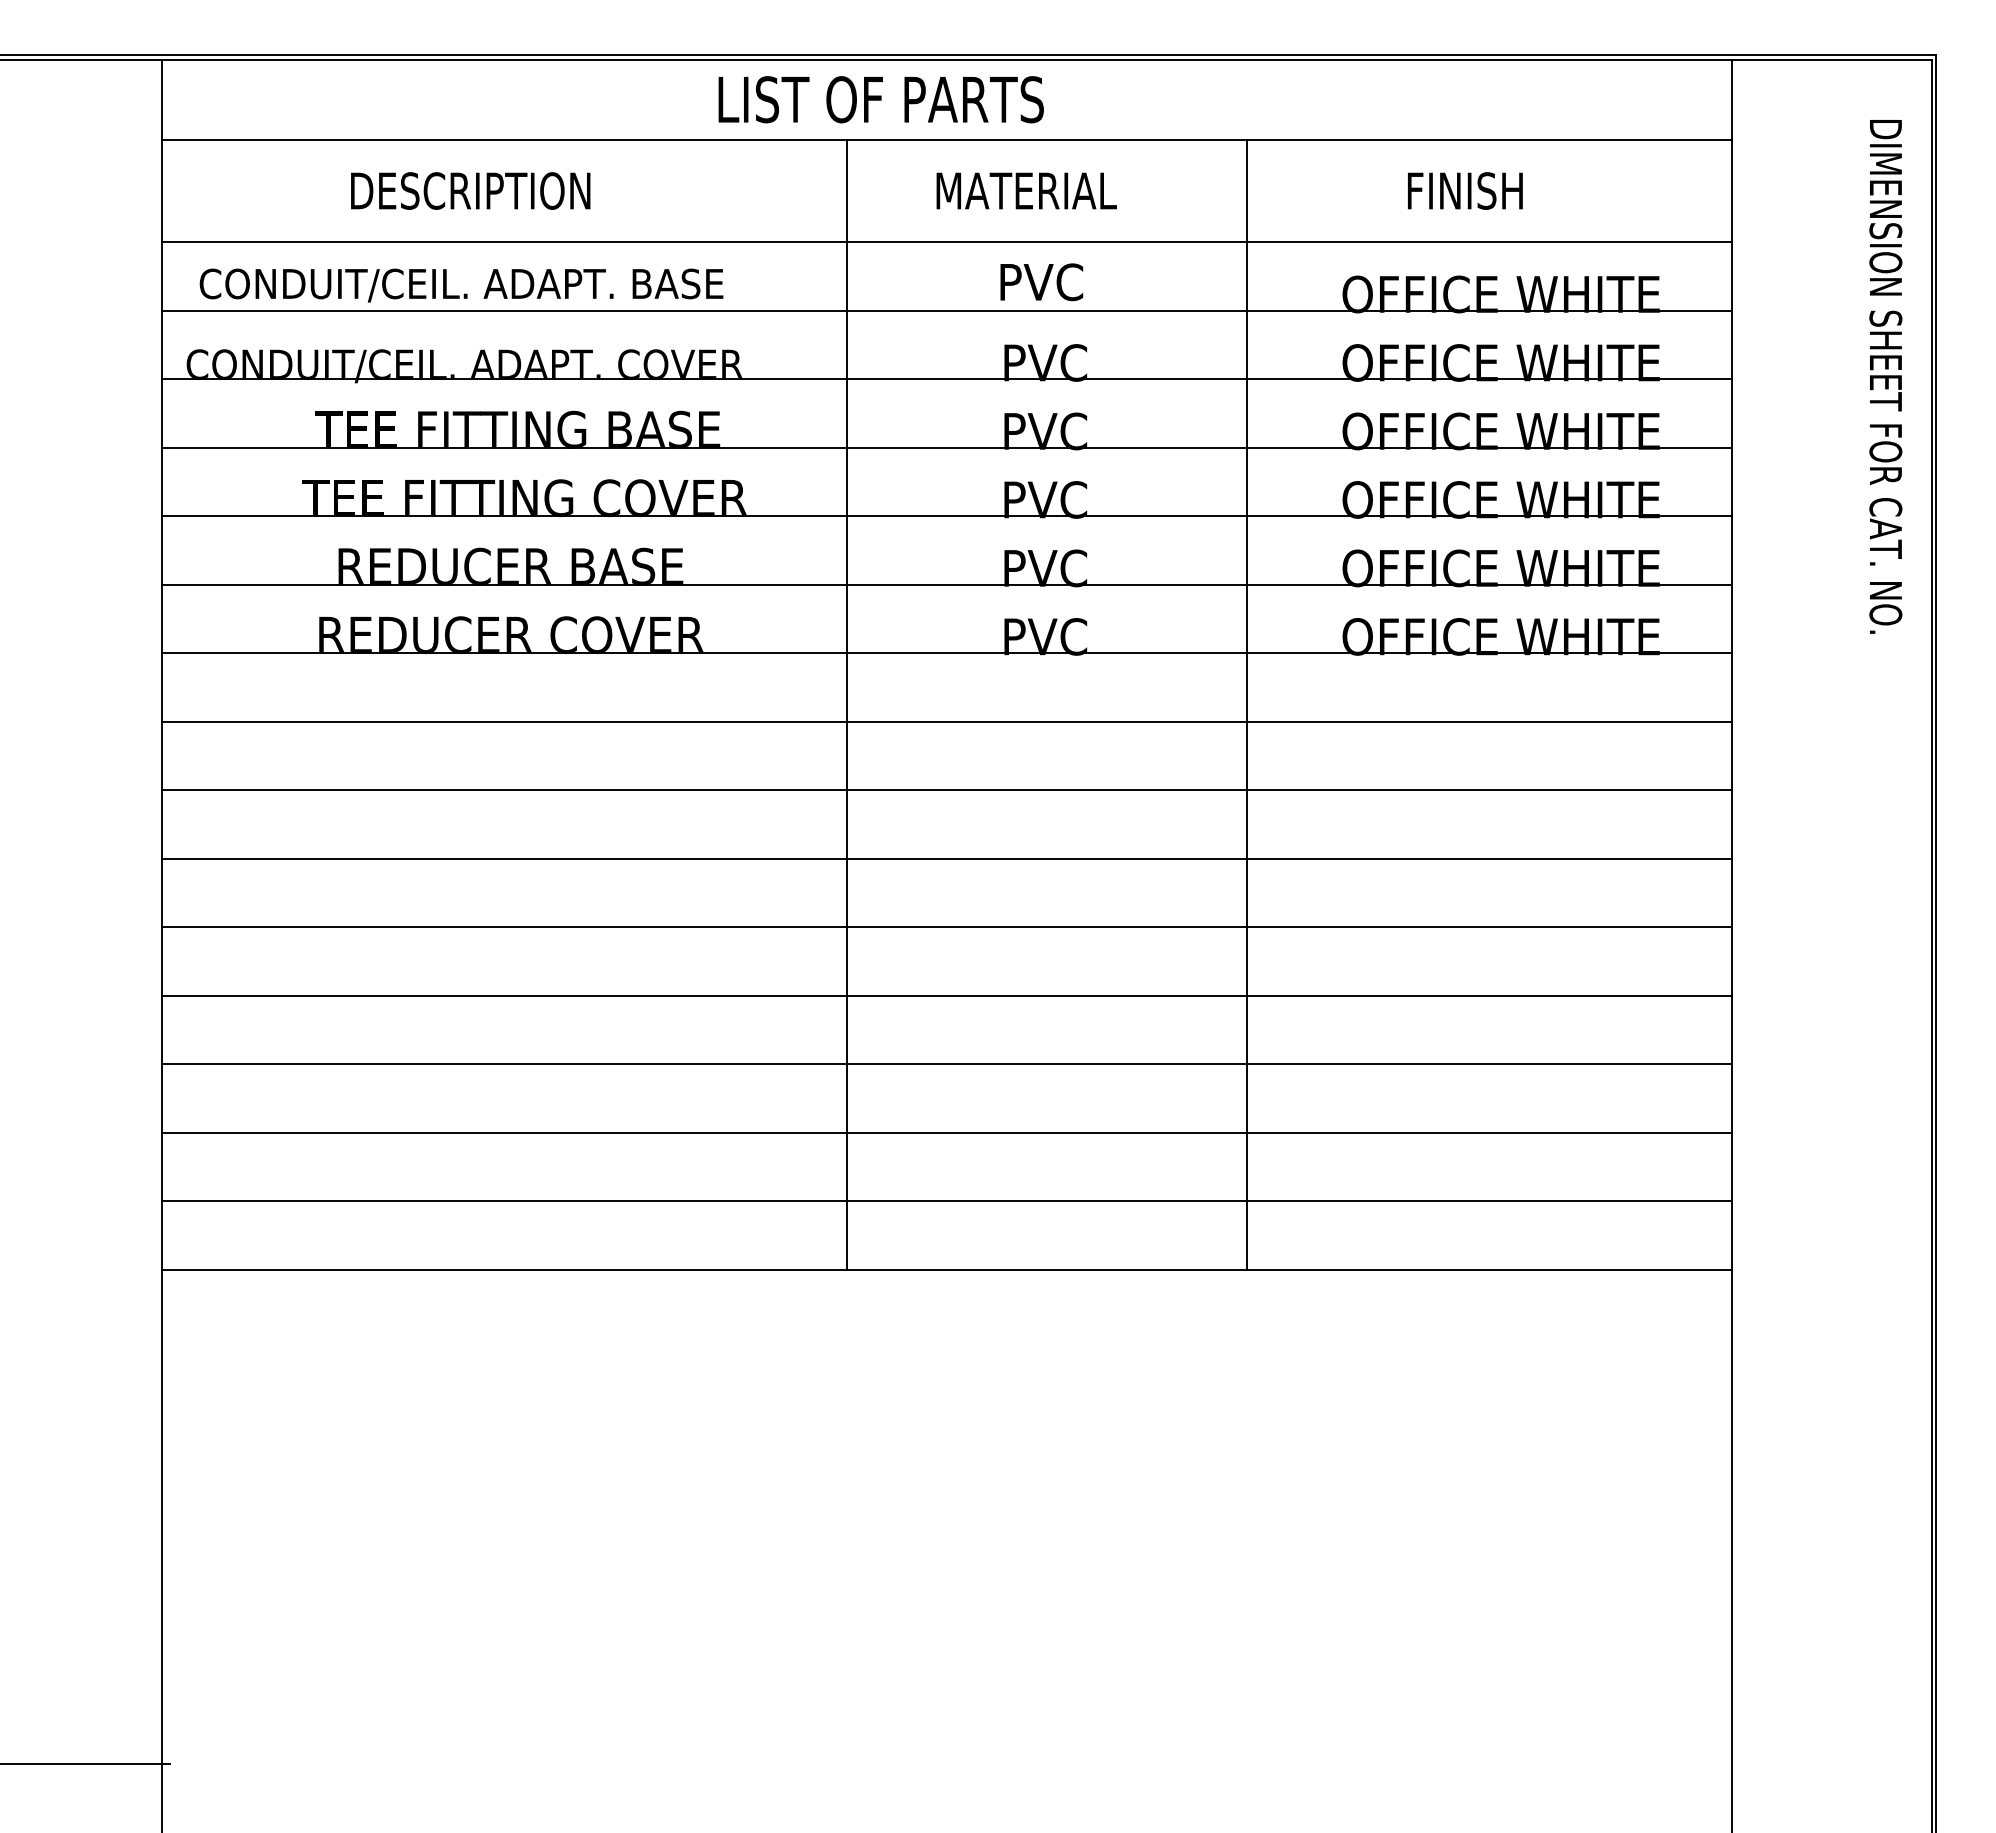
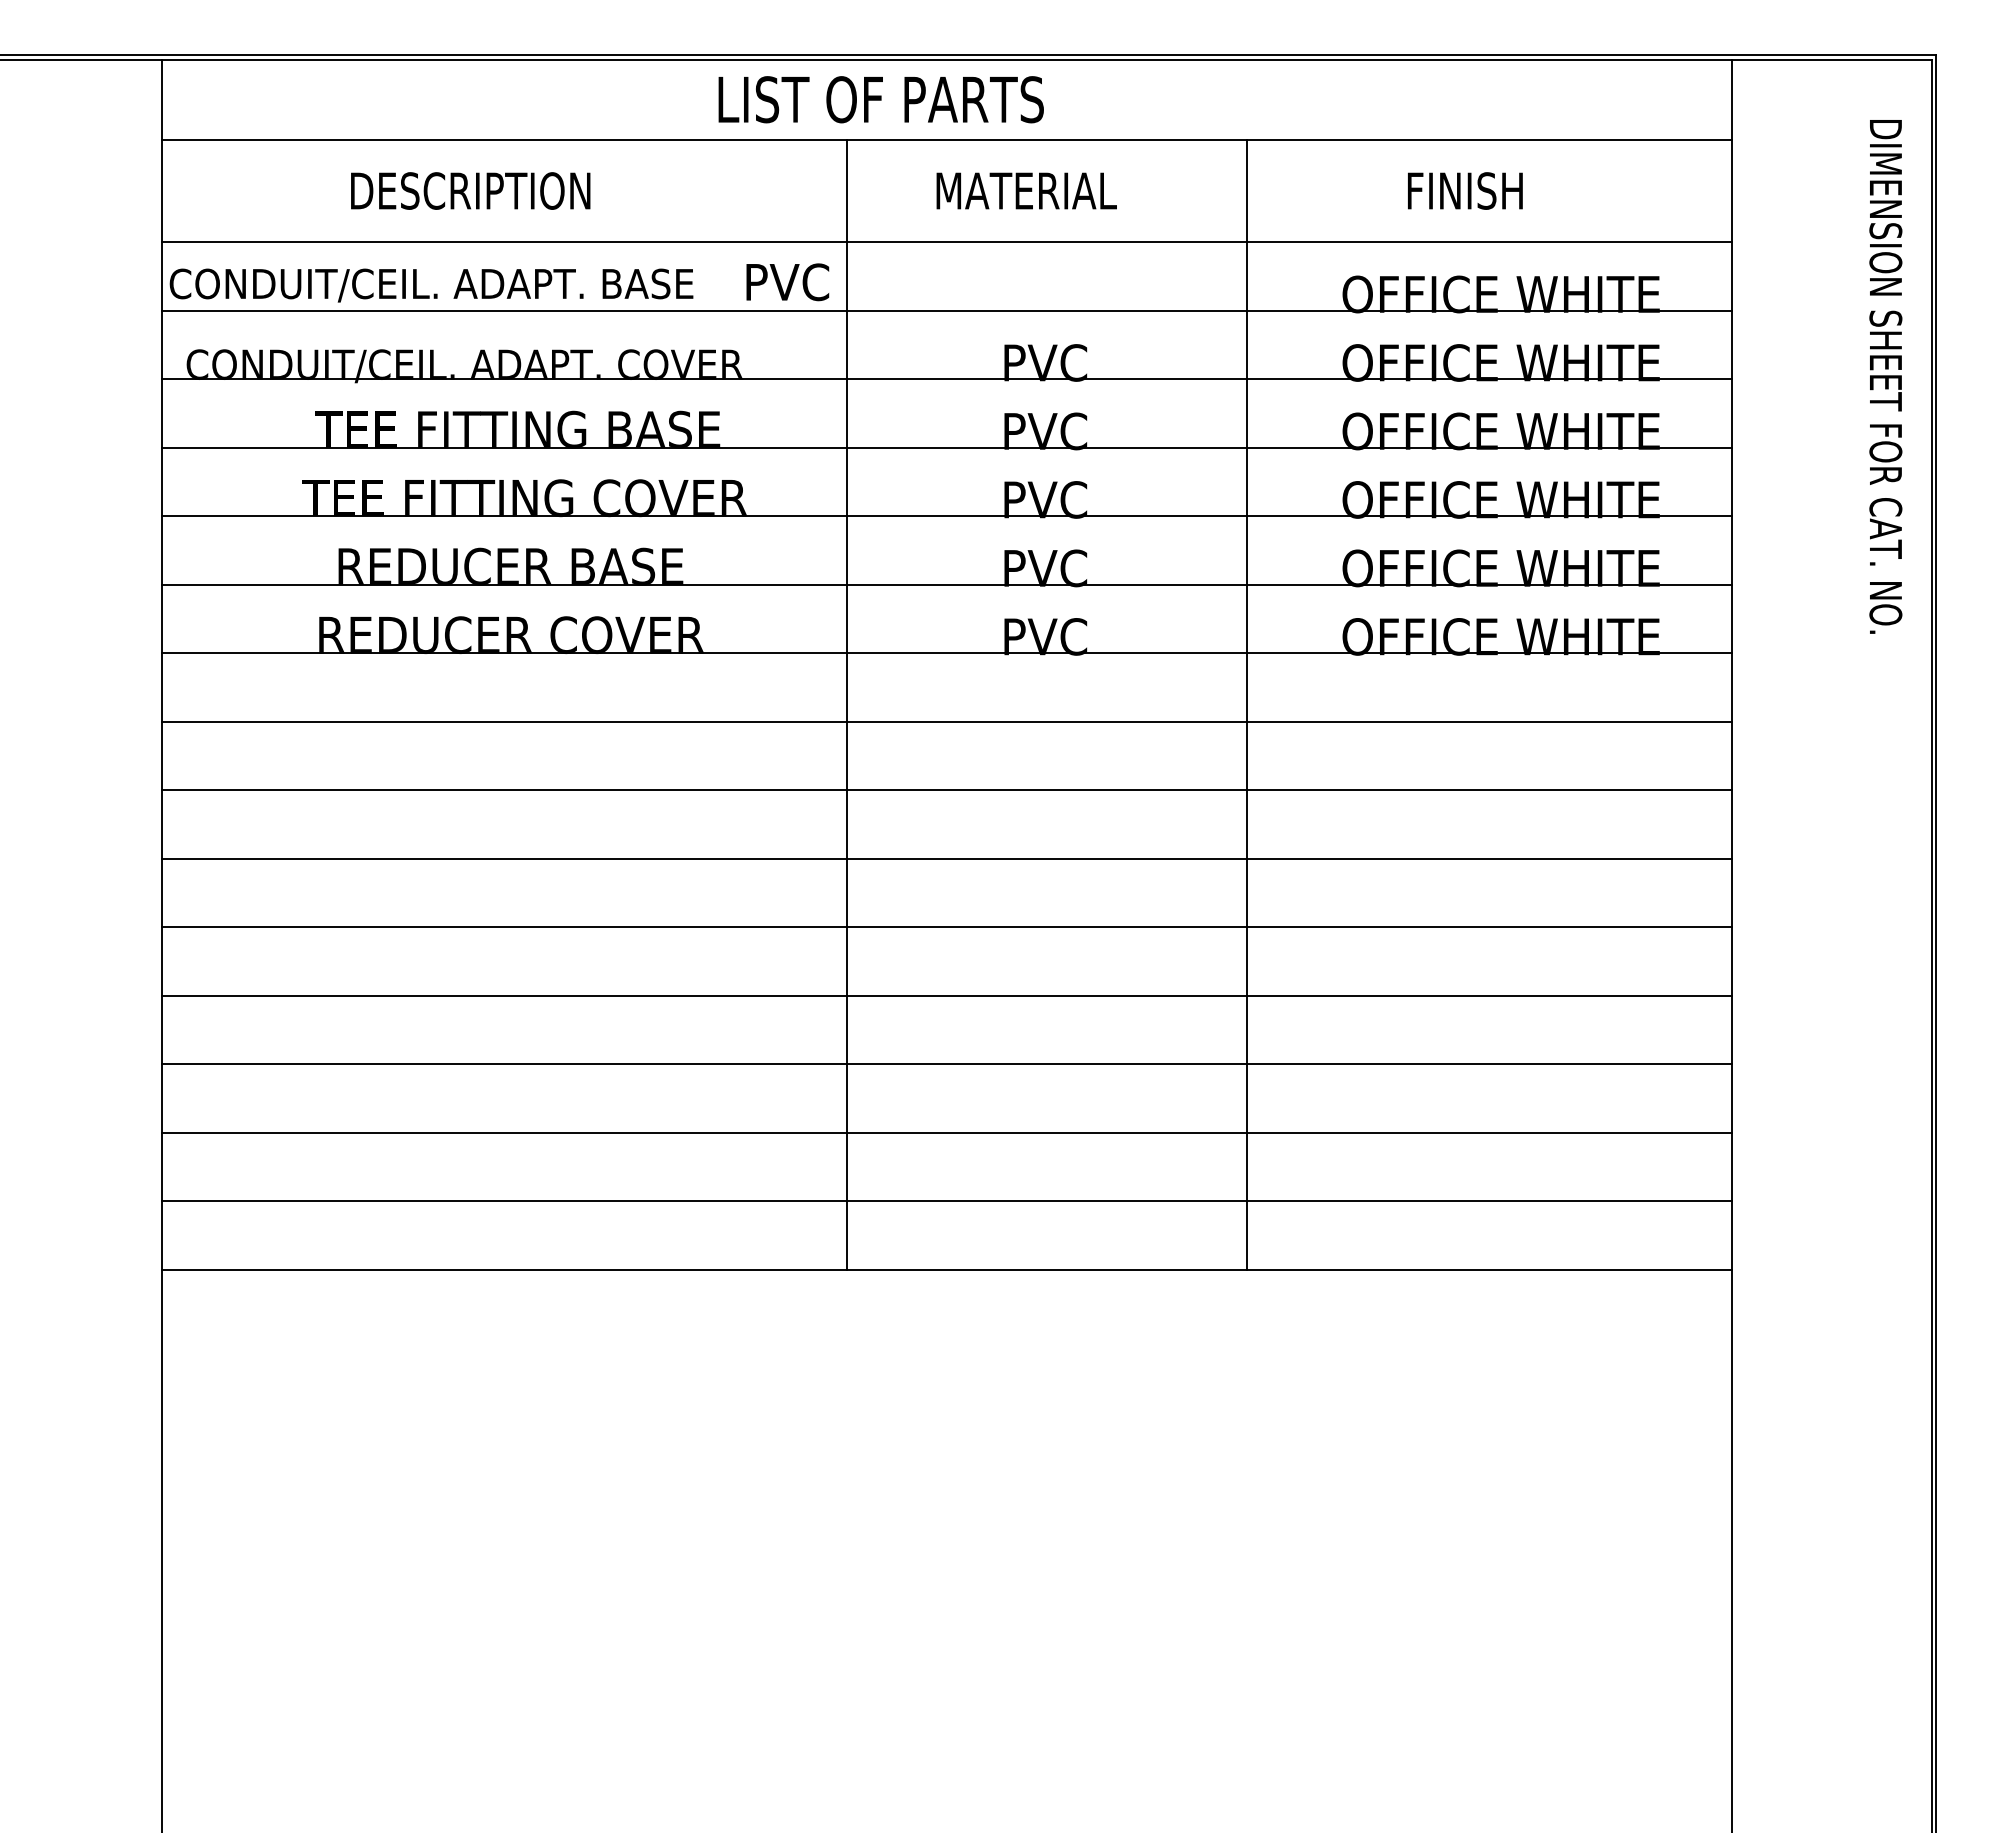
text at (1041, 282) position: (1041, 282) -> (787, 282)
text at (461, 285) position: (461, 285) -> (431, 285)
line at (86, 1763): present -> none
